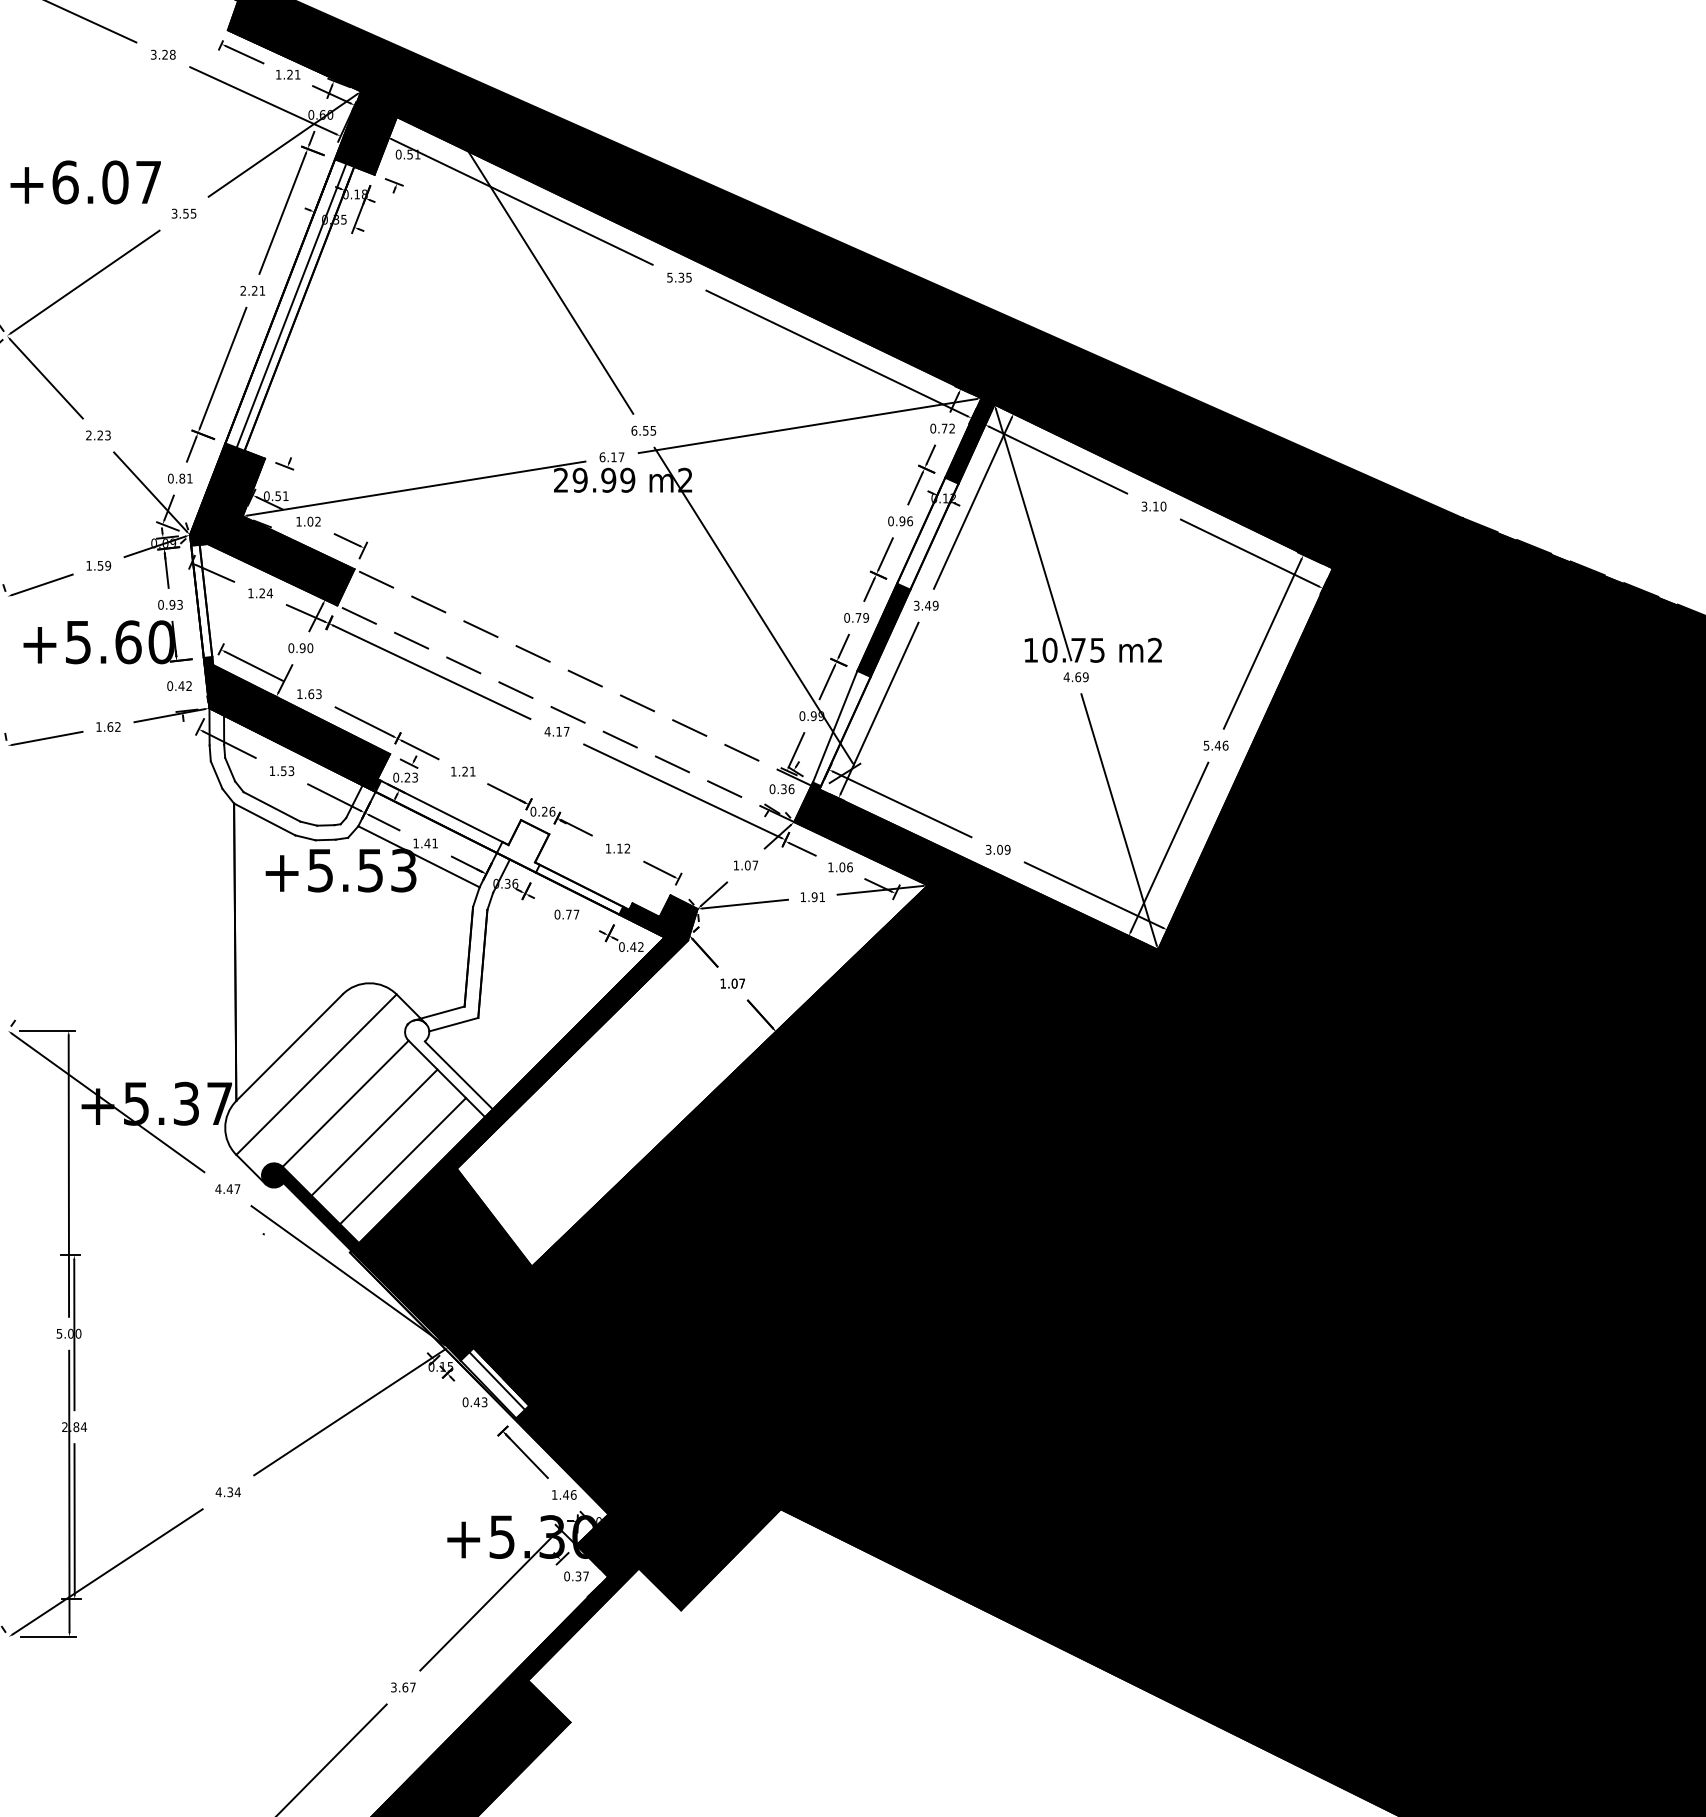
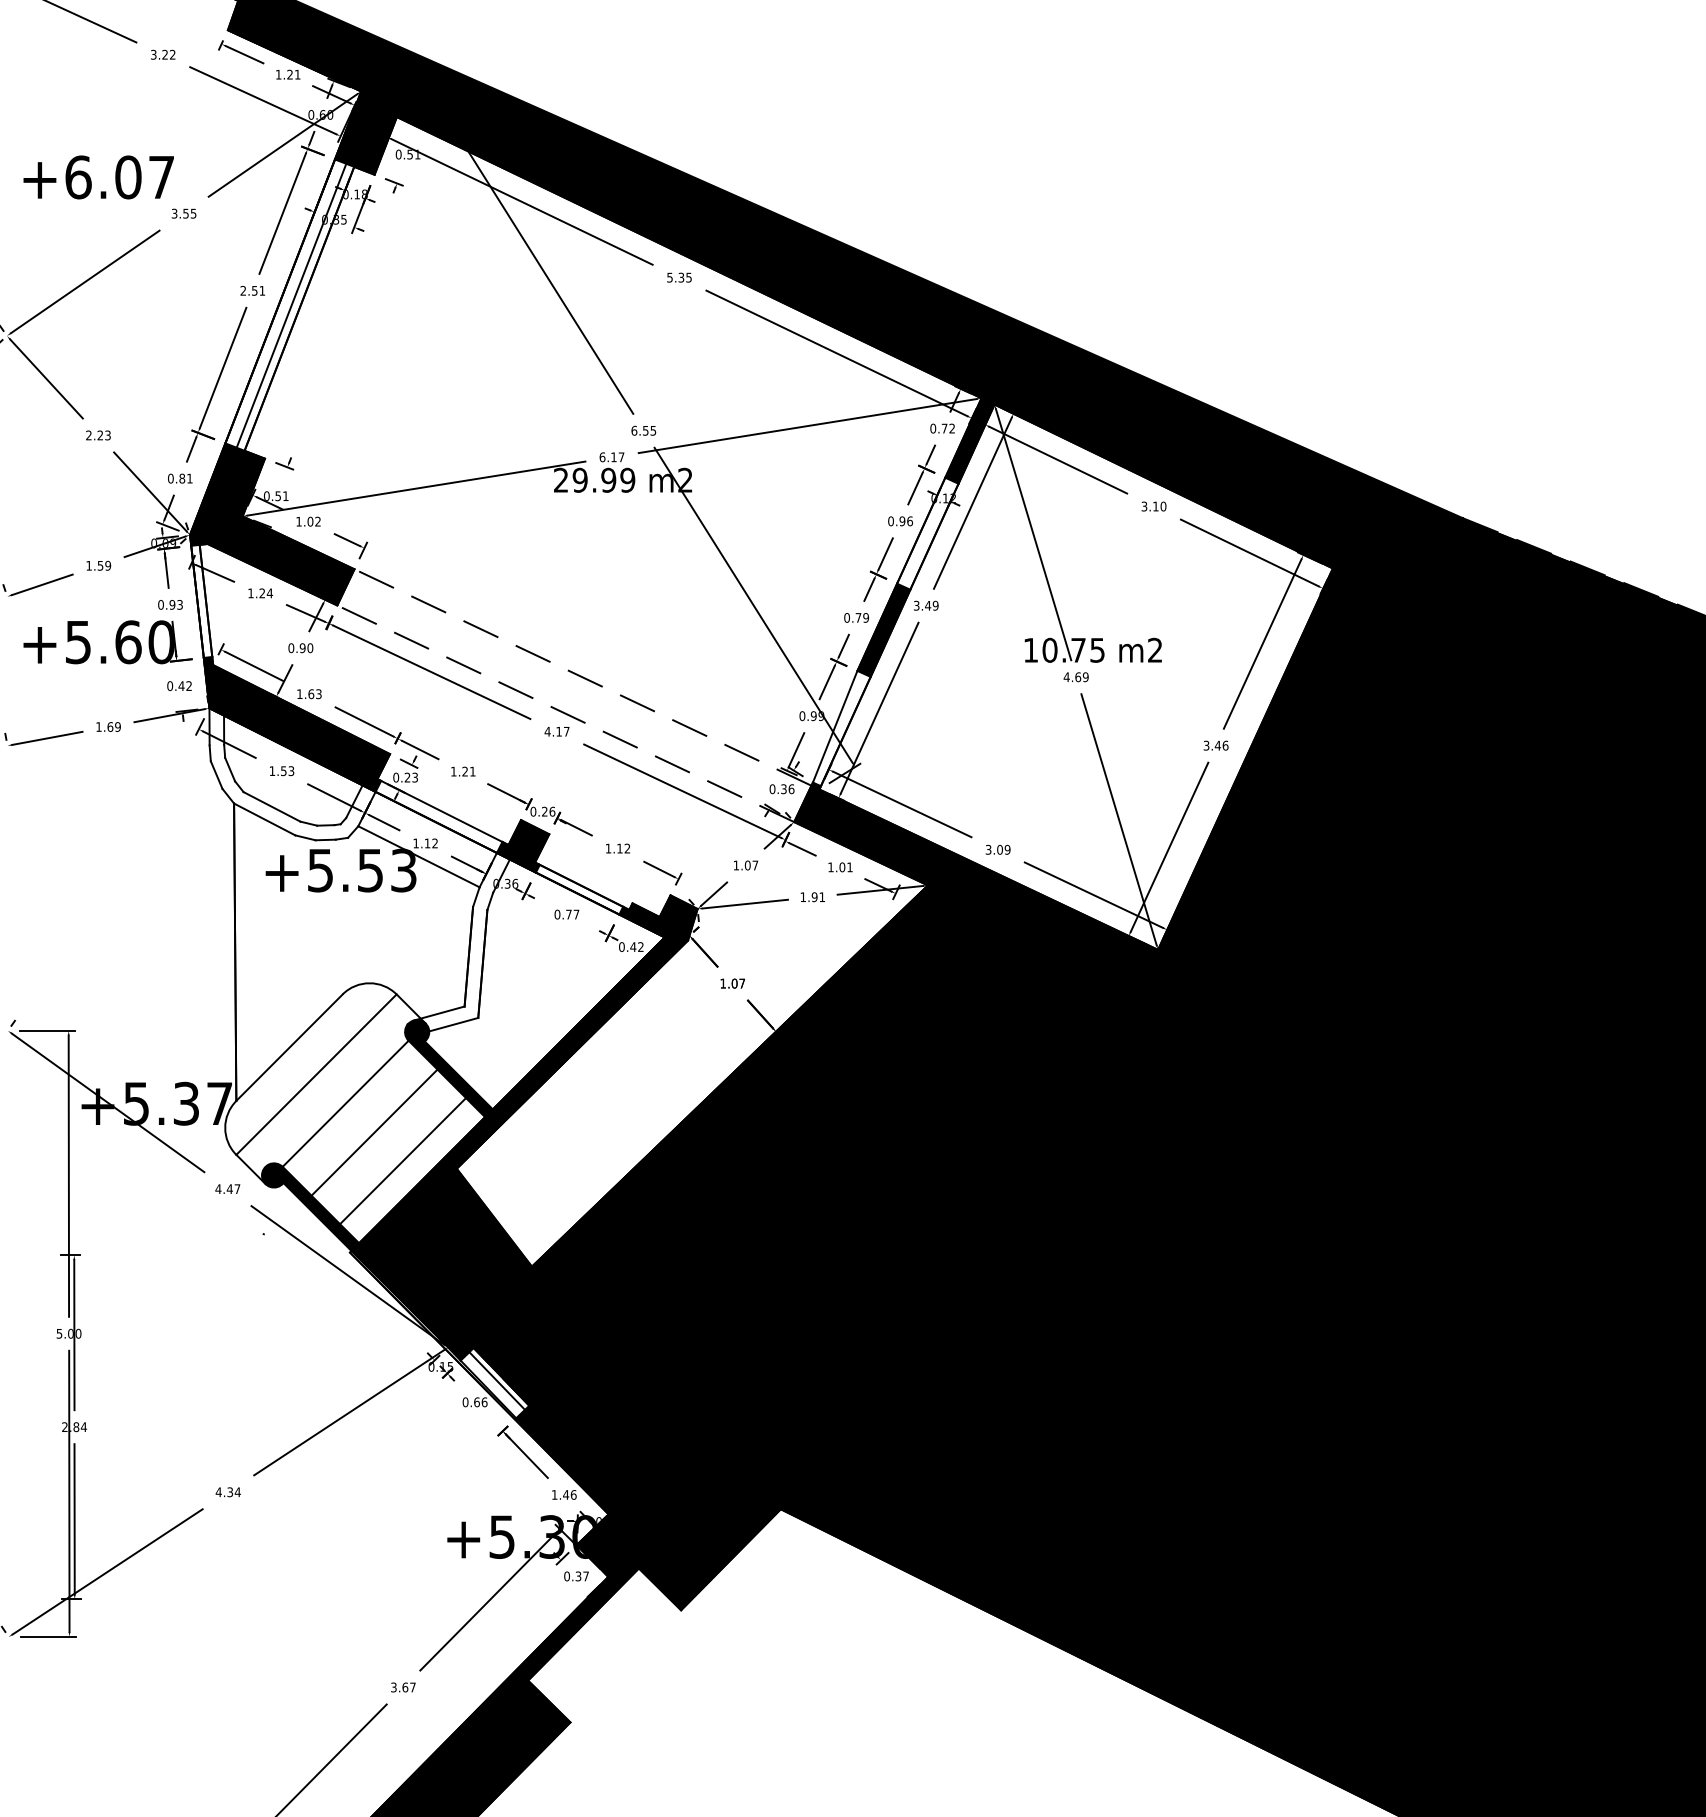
text at (172, 54): 3.28 -> 3.22
text at (85, 182) position: (85, 182) -> (98, 177)
text at (254, 290): 2.21 -> 2.51
text at (117, 726): 1.62 -> 1.69
text at (1206, 744): 5.46 -> 3.46
text at (430, 843): 1.41 -> 1.12
fill at (522, 846): none -> present
text at (849, 867): 1.06 -> 1.01
fill at (448, 1068): none -> present
text at (480, 1402): 0.43 -> 0.66
